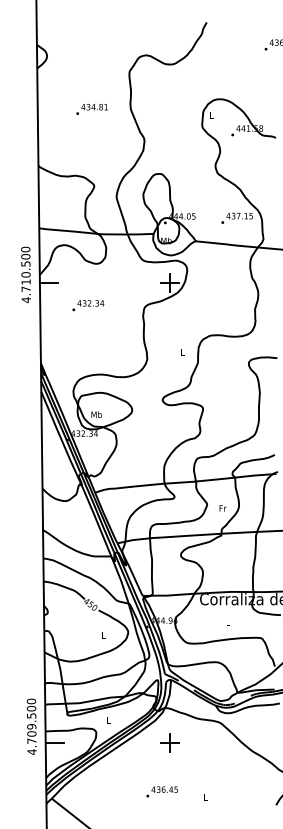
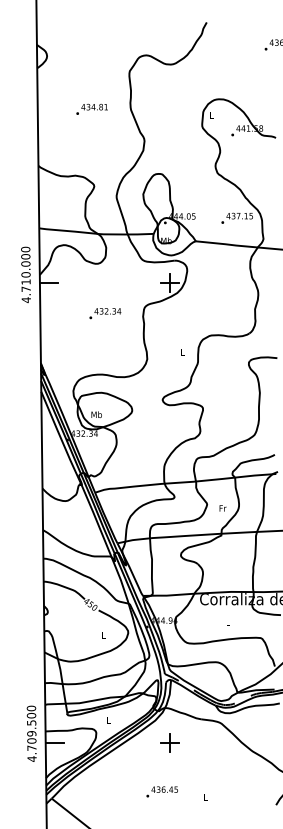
text at (25, 263): 4.710.500 -> 4.710.000
text at (88, 305) position: (88, 305) -> (105, 313)
text at (31, 726) position: (31, 726) -> (31, 733)
